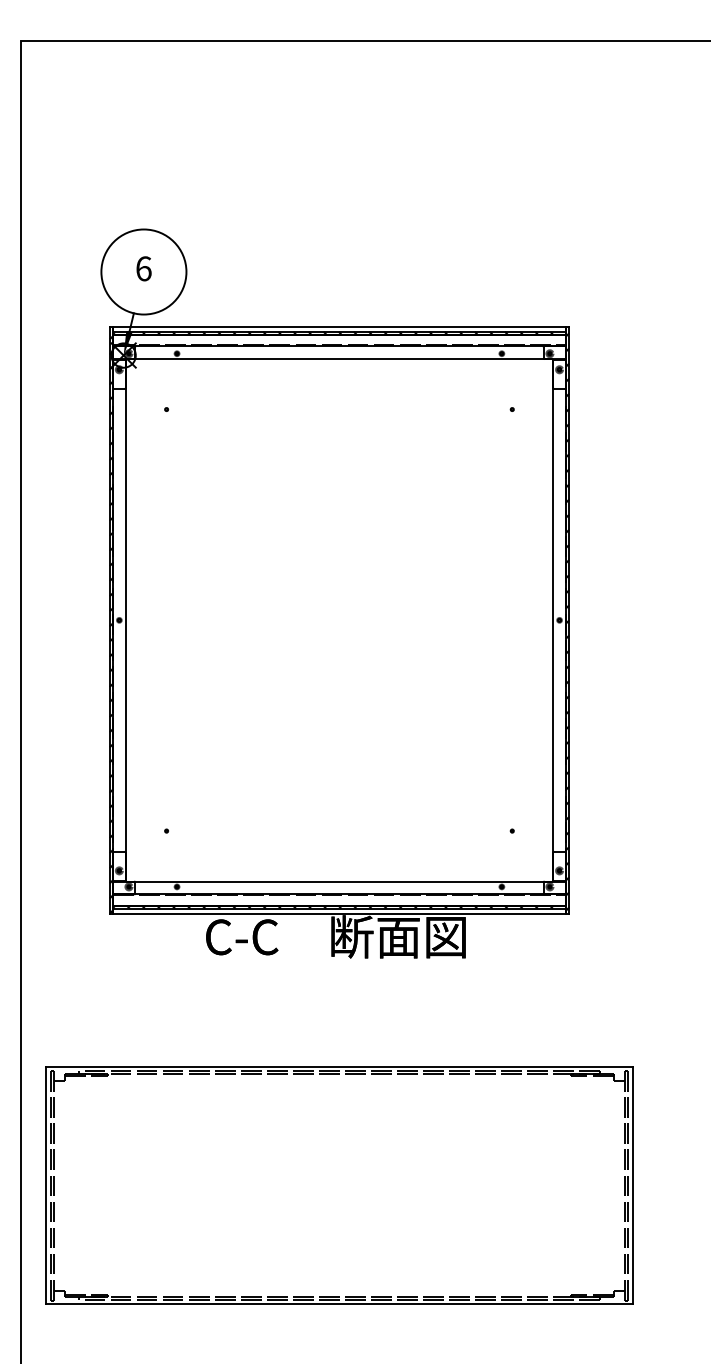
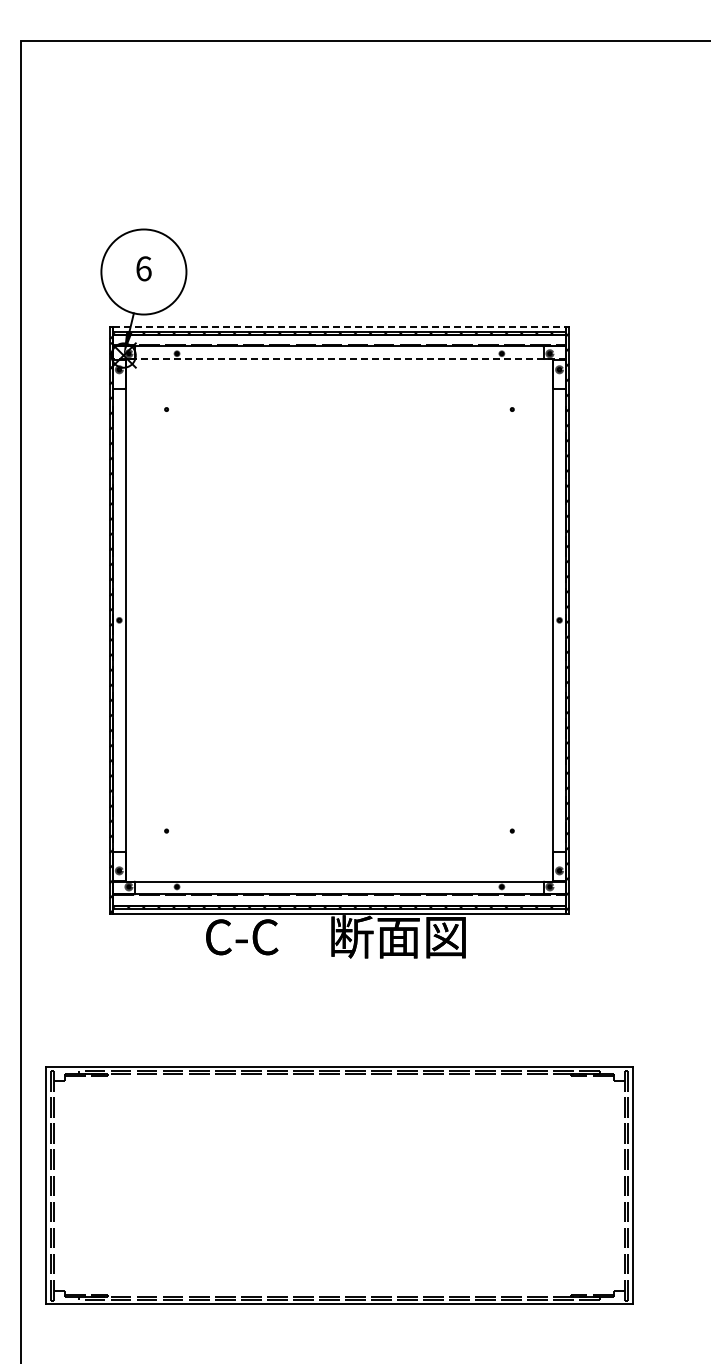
line at (339, 327): solid -> dashed
line at (339, 359): solid -> dashed
